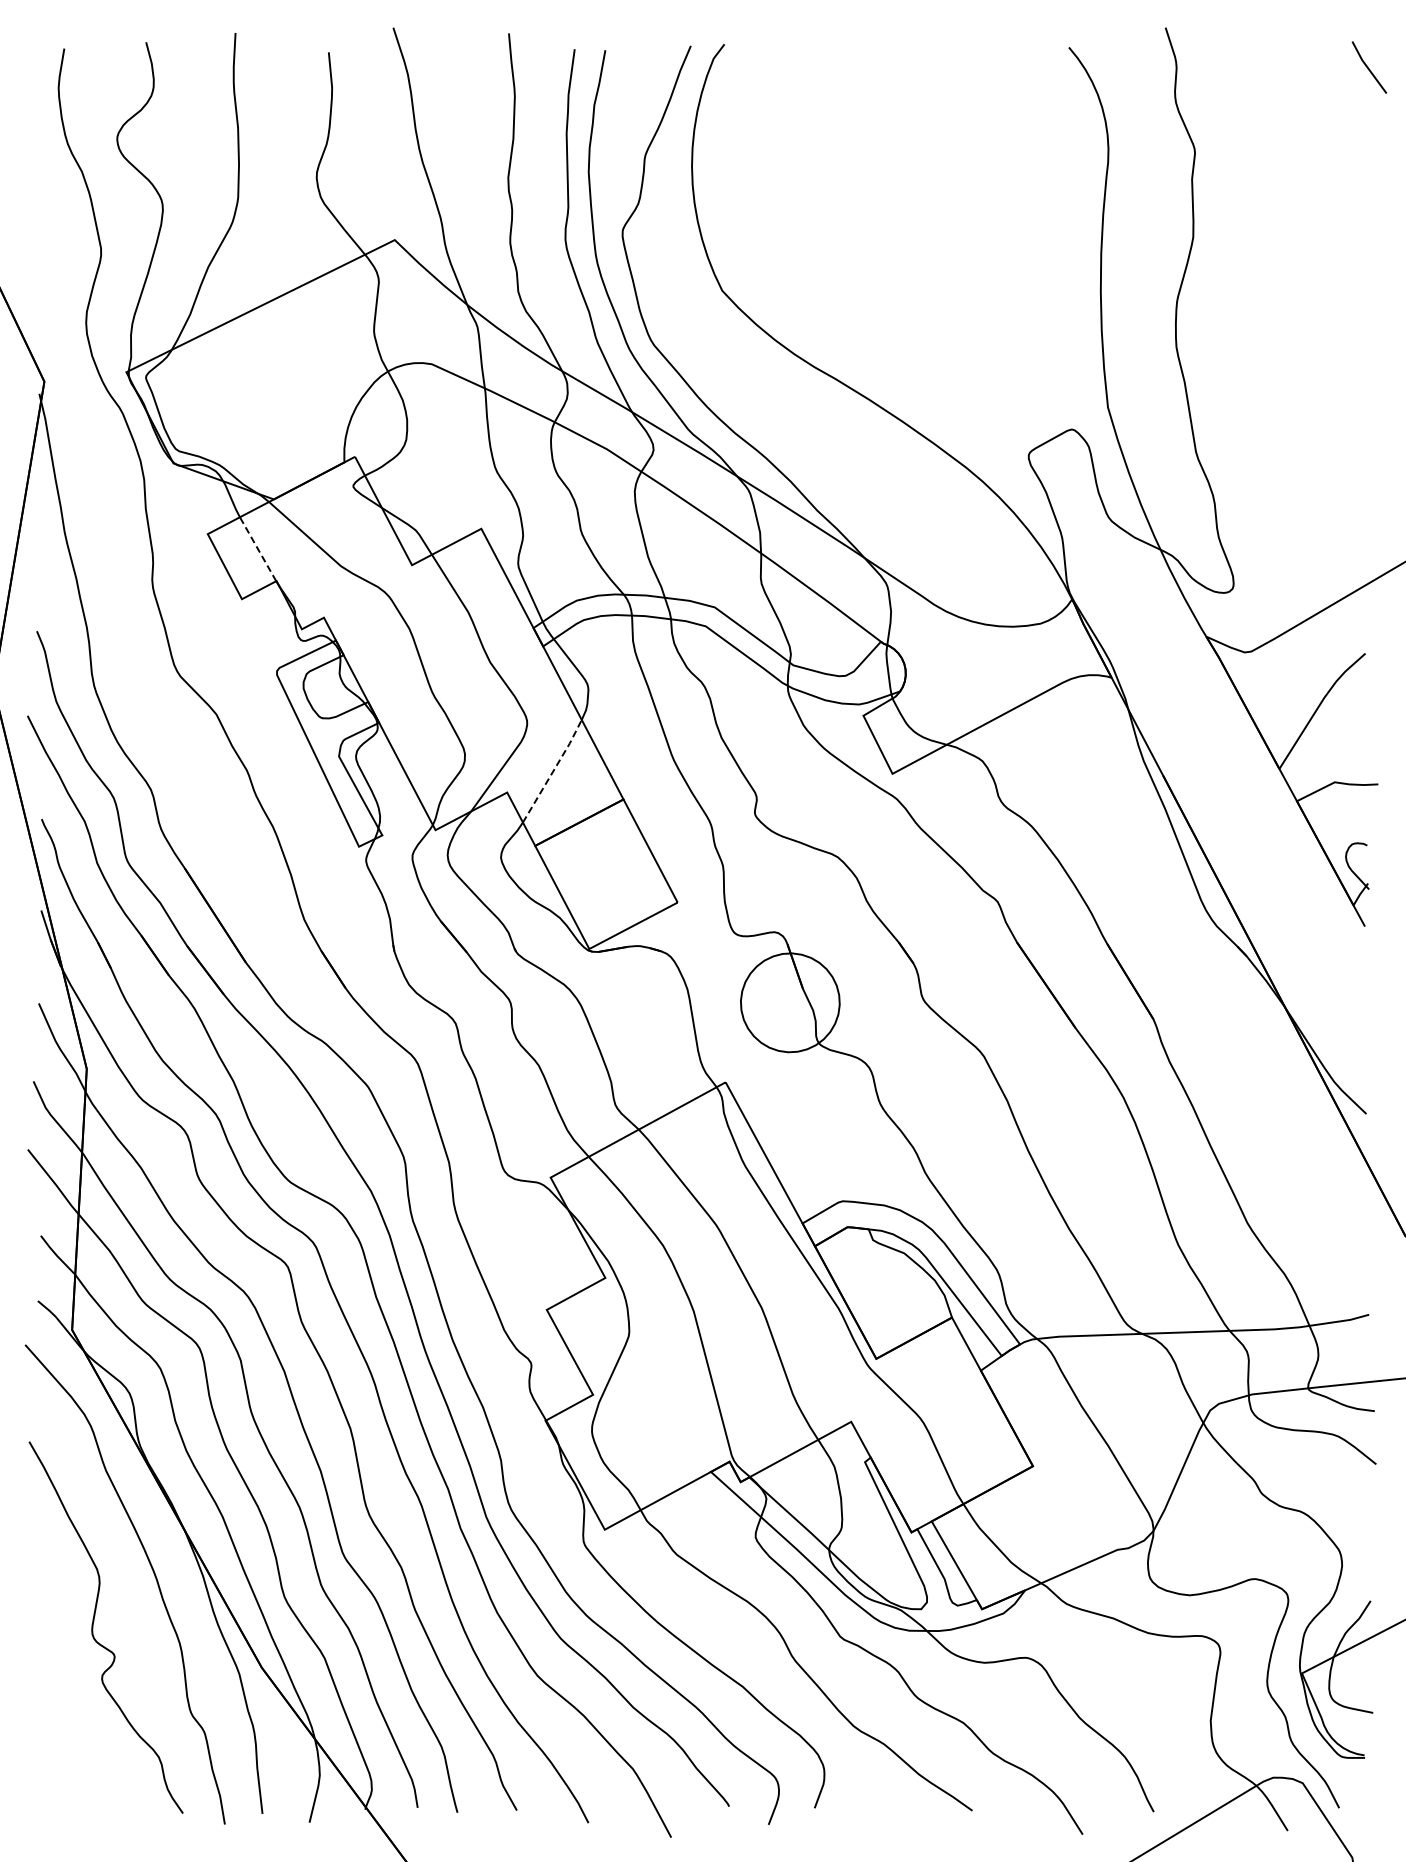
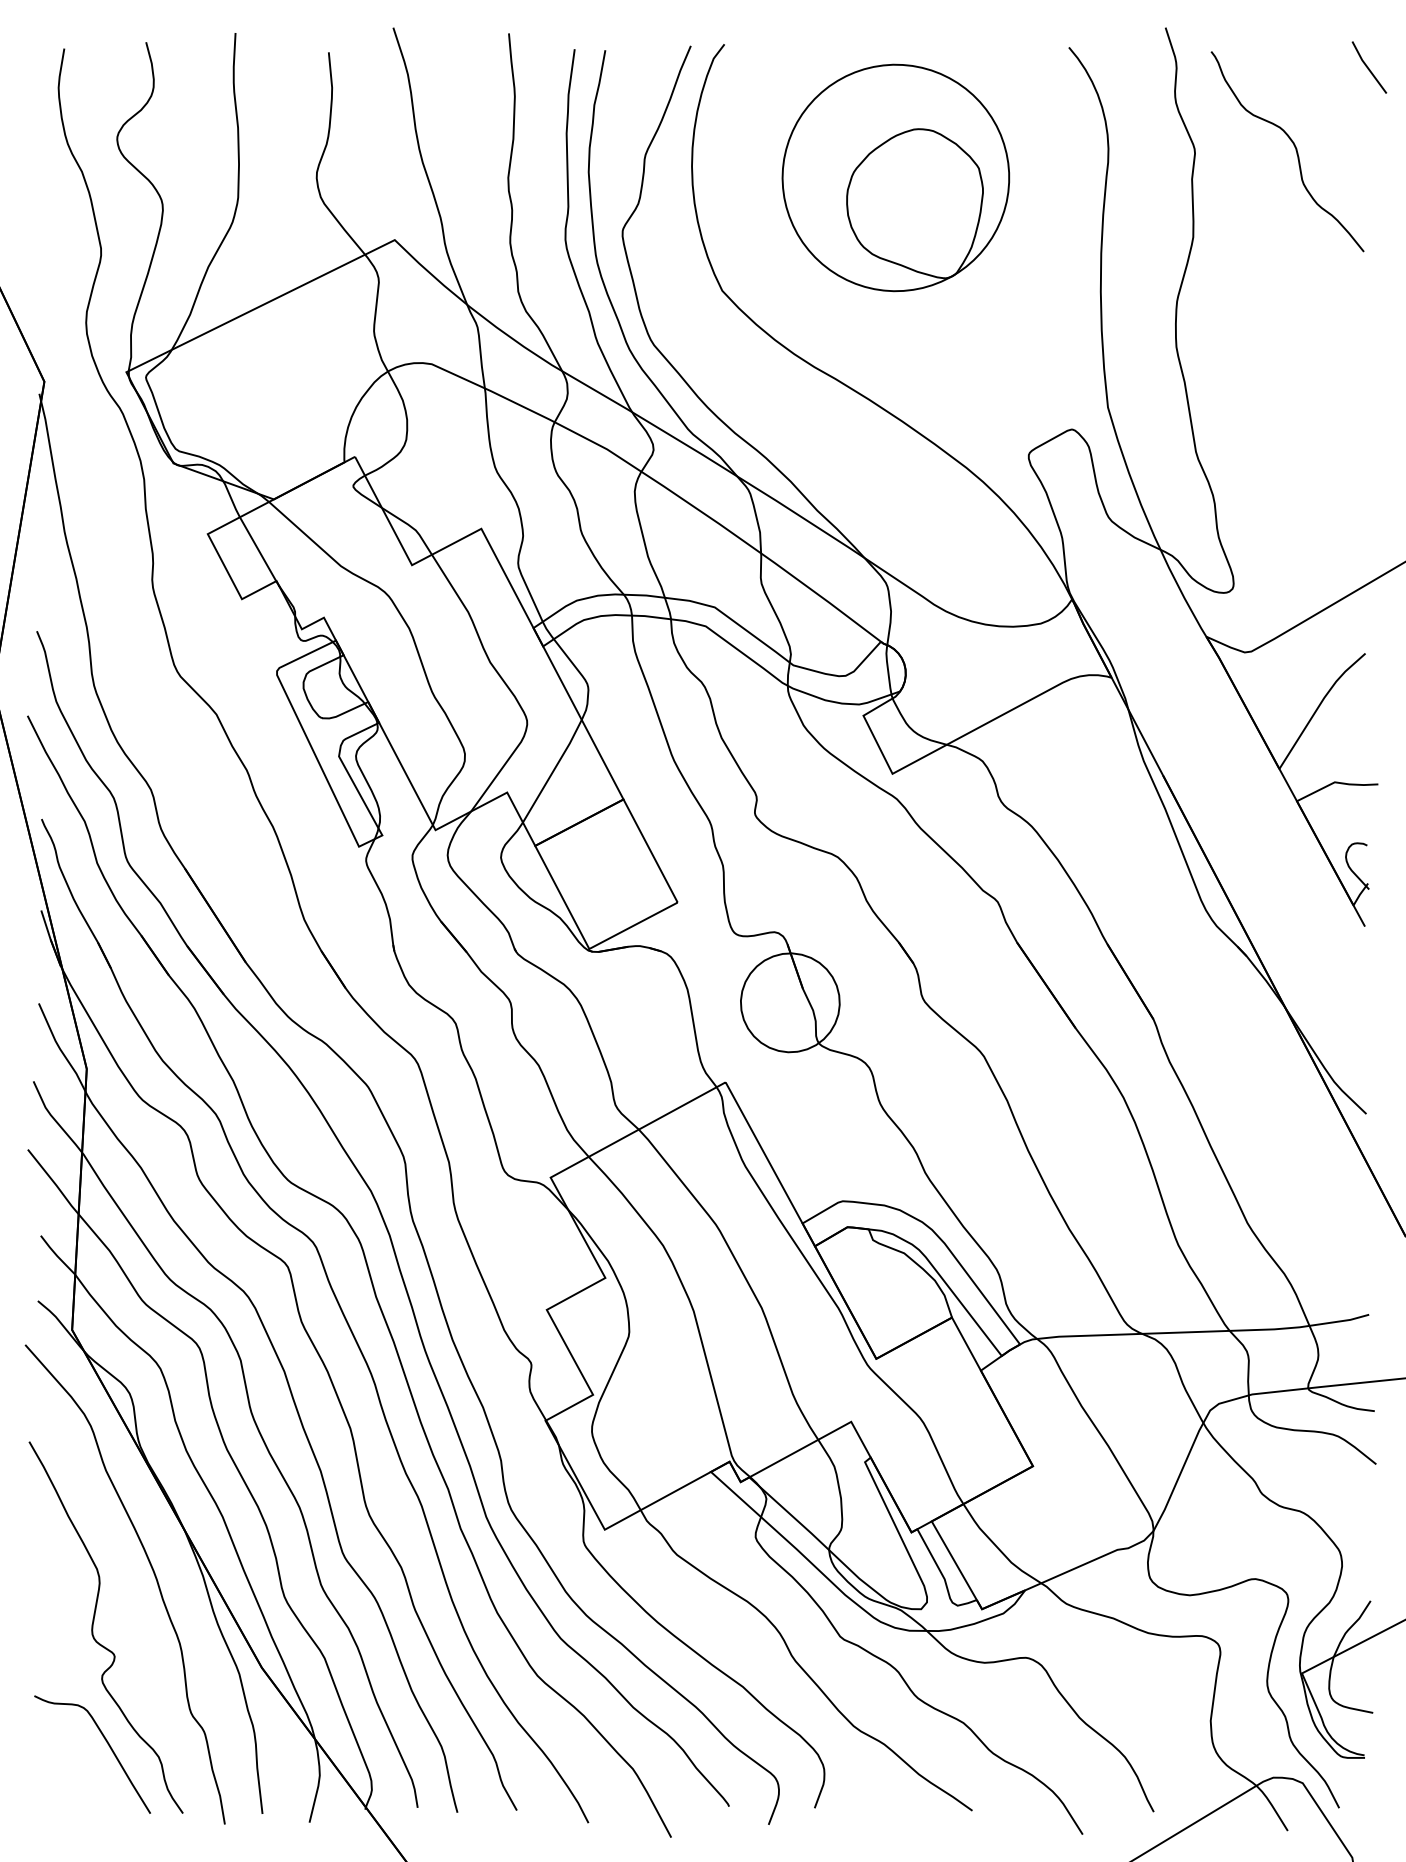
curve at (1294, 147): none -> present
part at (895, 177): none -> present
line at (258, 549): dashed -> solid
line at (553, 770): dashed -> solid
curve at (107, 1744): none -> present
